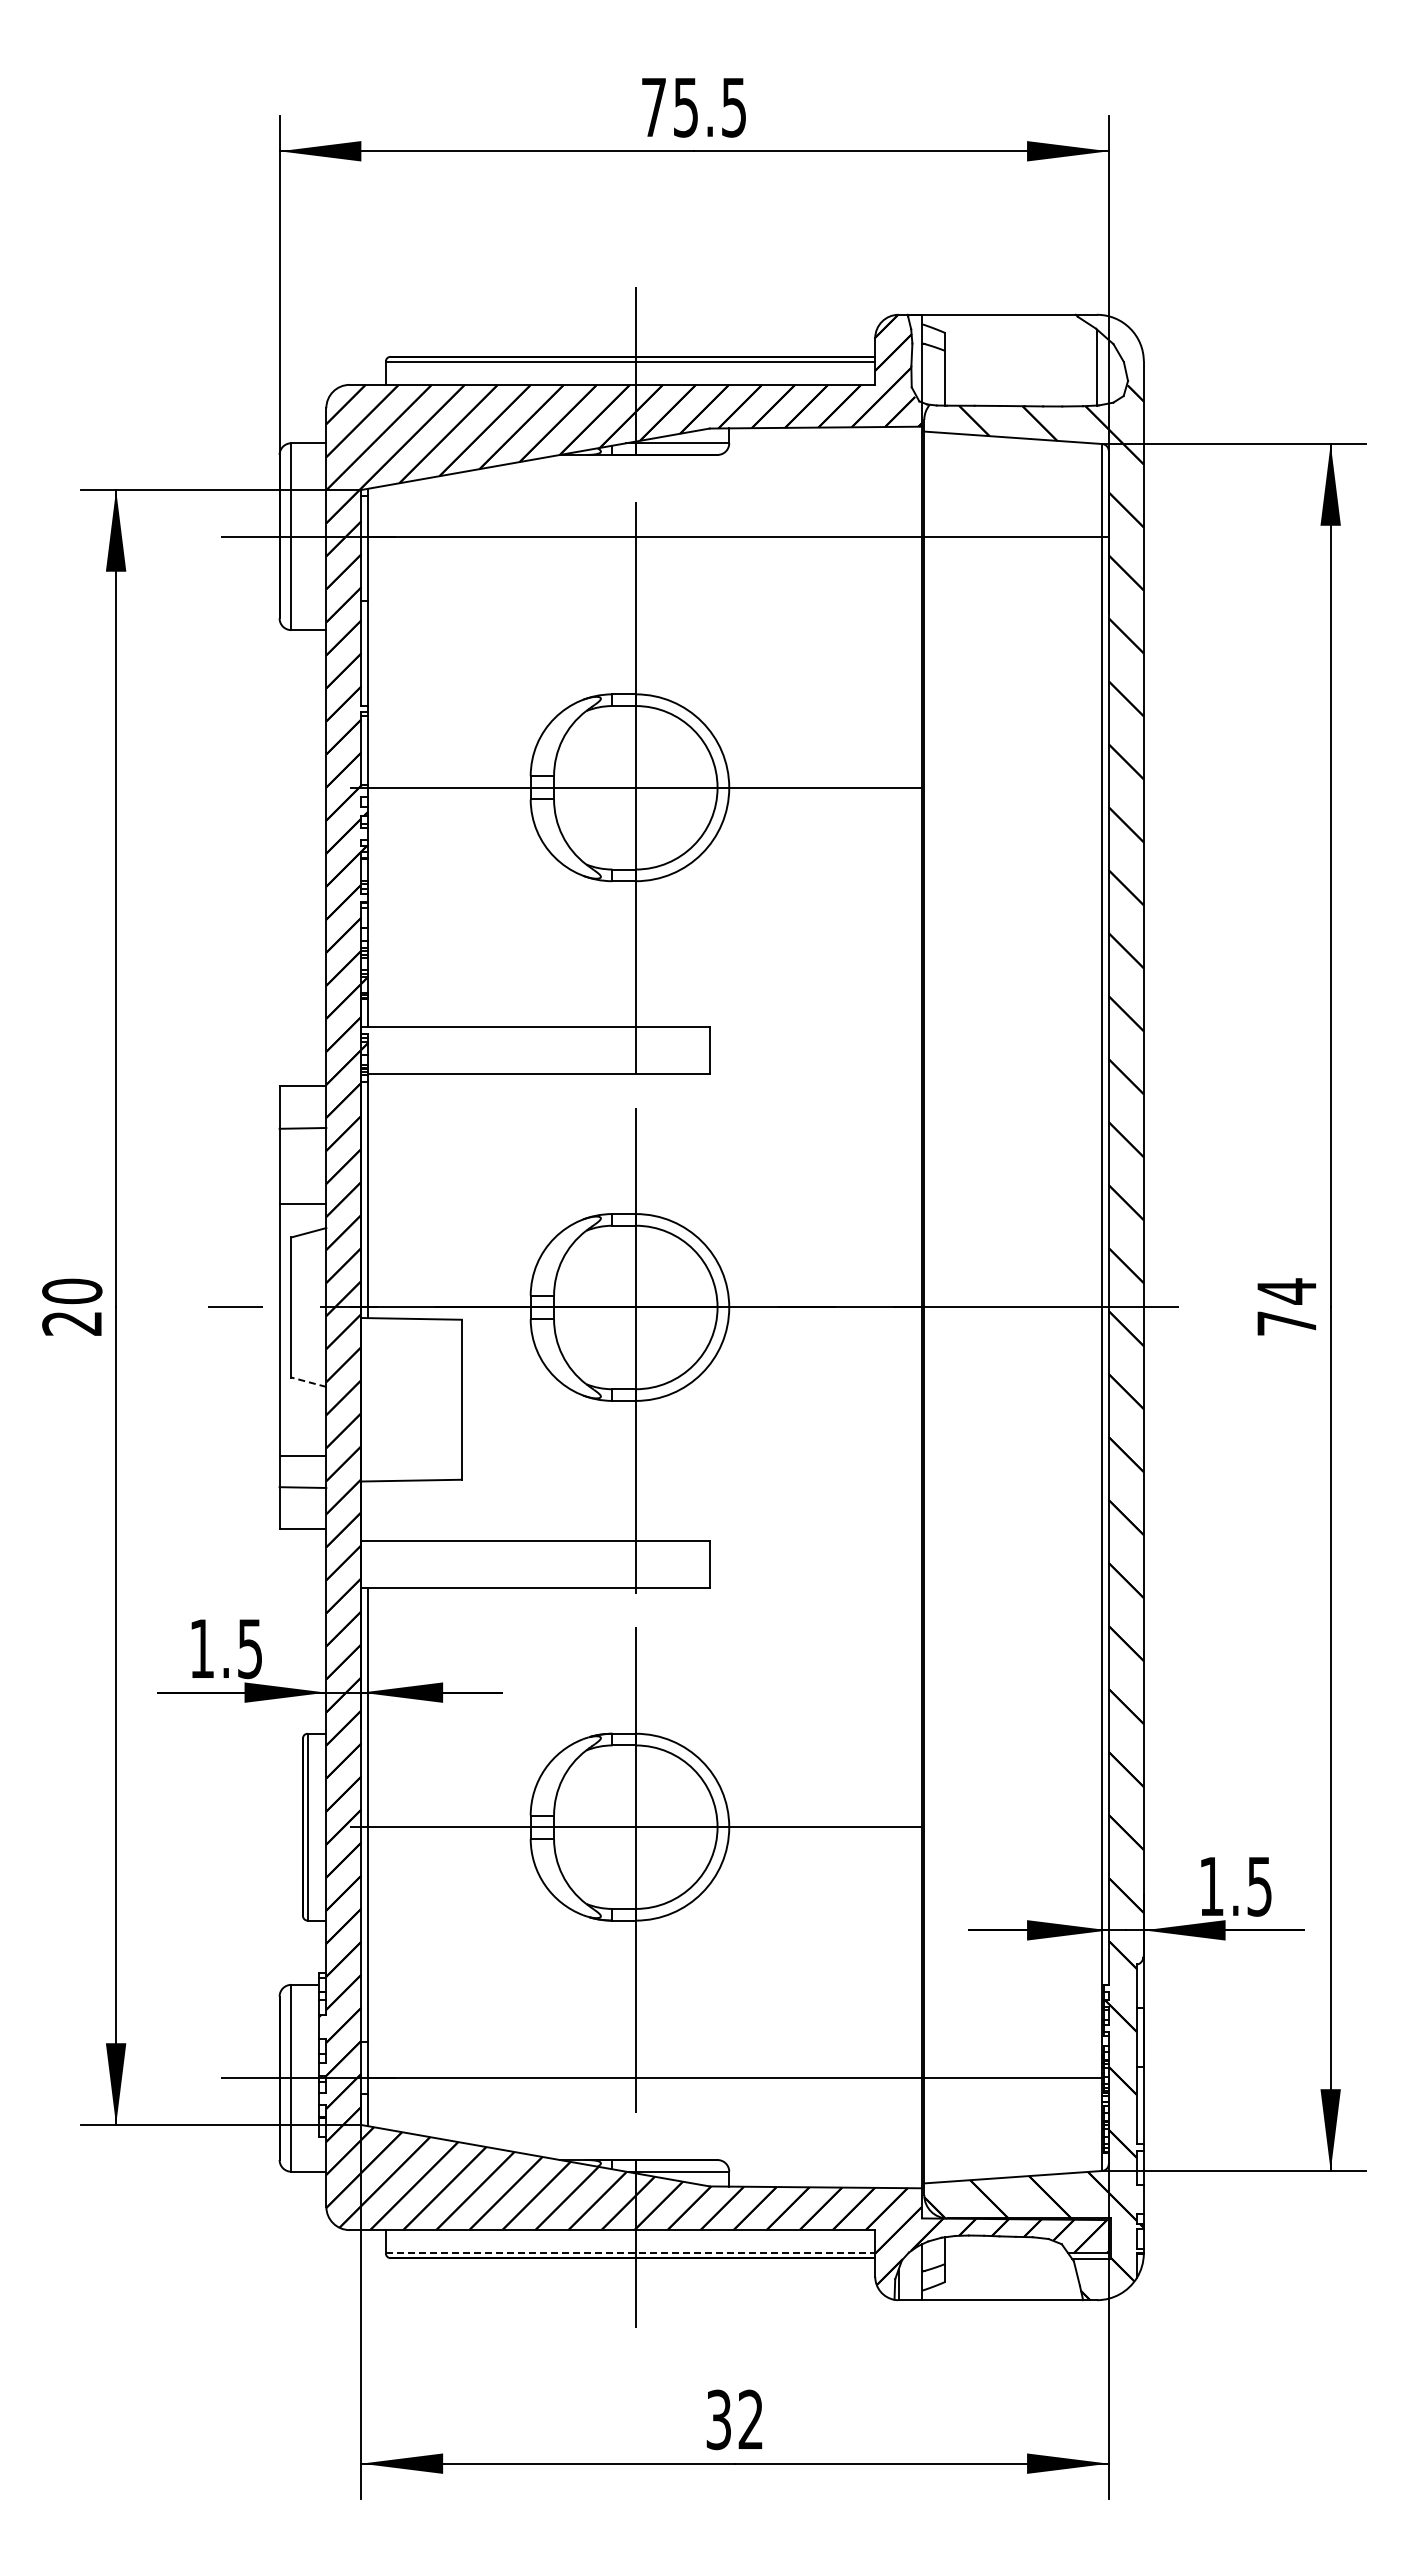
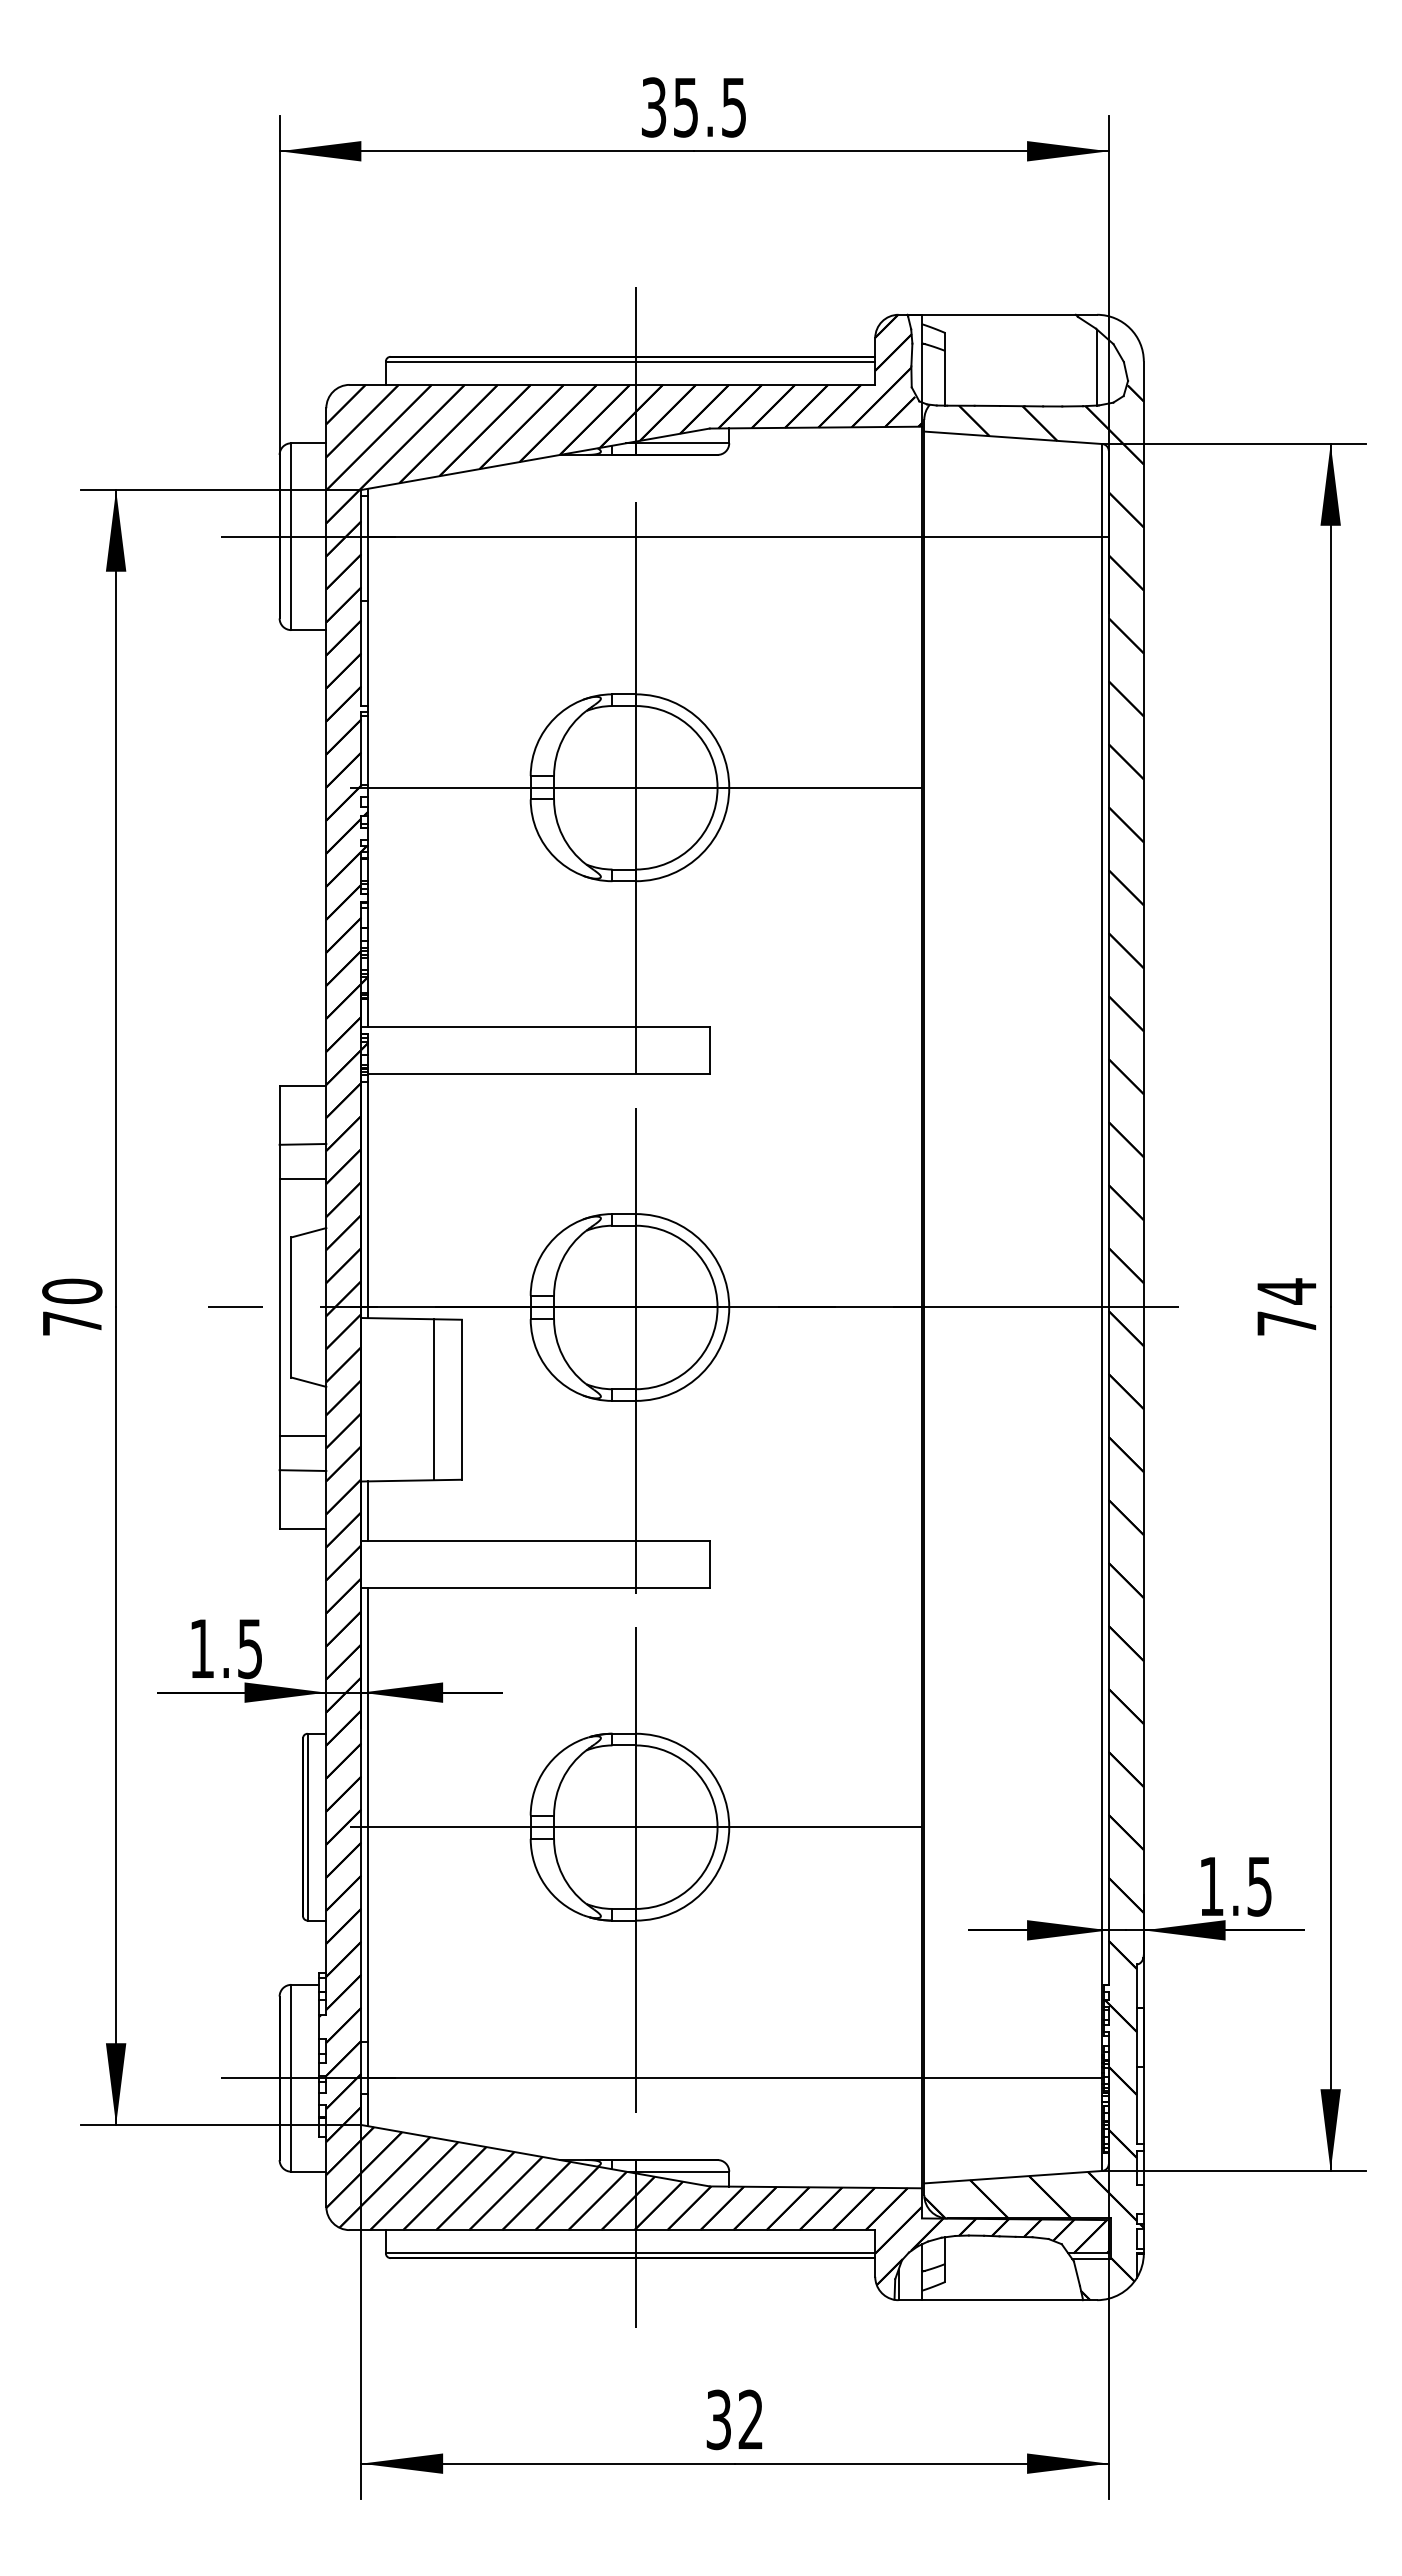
text at (654, 107): 75.5 -> 35.5
line at (302, 1127) position: (302, 1127) -> (302, 1143)
line at (302, 1204) position: (302, 1204) -> (302, 1179)
text at (71, 1323): 20 -> 70
line at (308, 1382): dashed -> solid
line at (433, 1399): none -> present
line at (302, 1455) position: (302, 1455) -> (302, 1435)
line at (302, 1487) position: (302, 1487) -> (302, 1470)
line at (368, 1511): none -> present
line at (630, 2253): dashed -> solid
